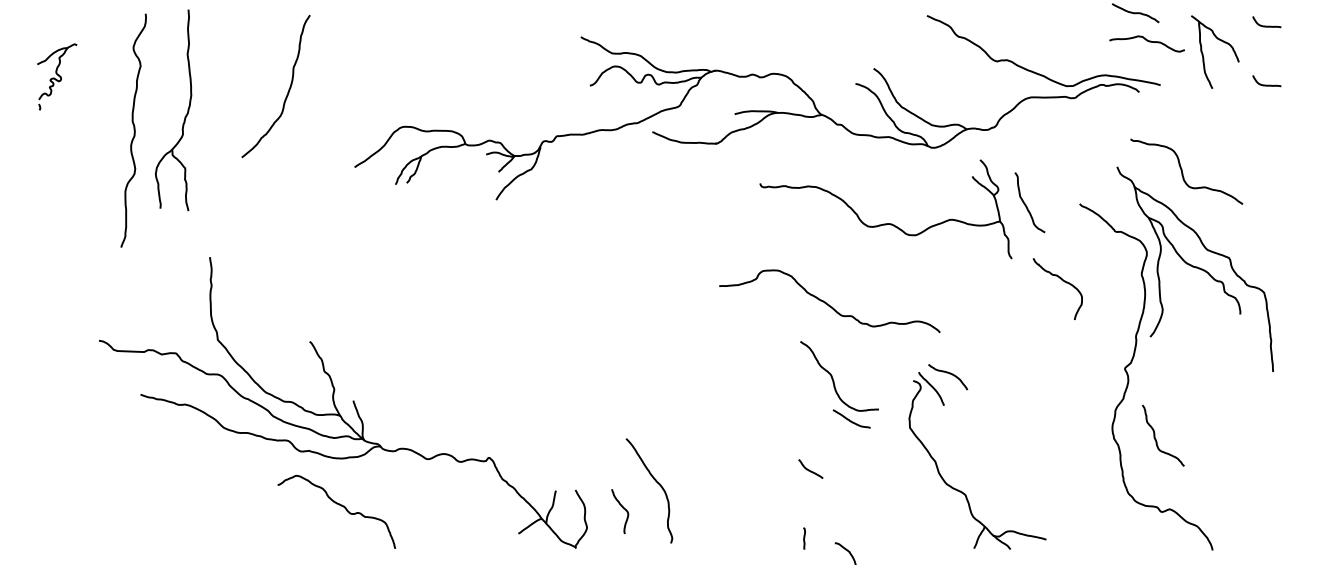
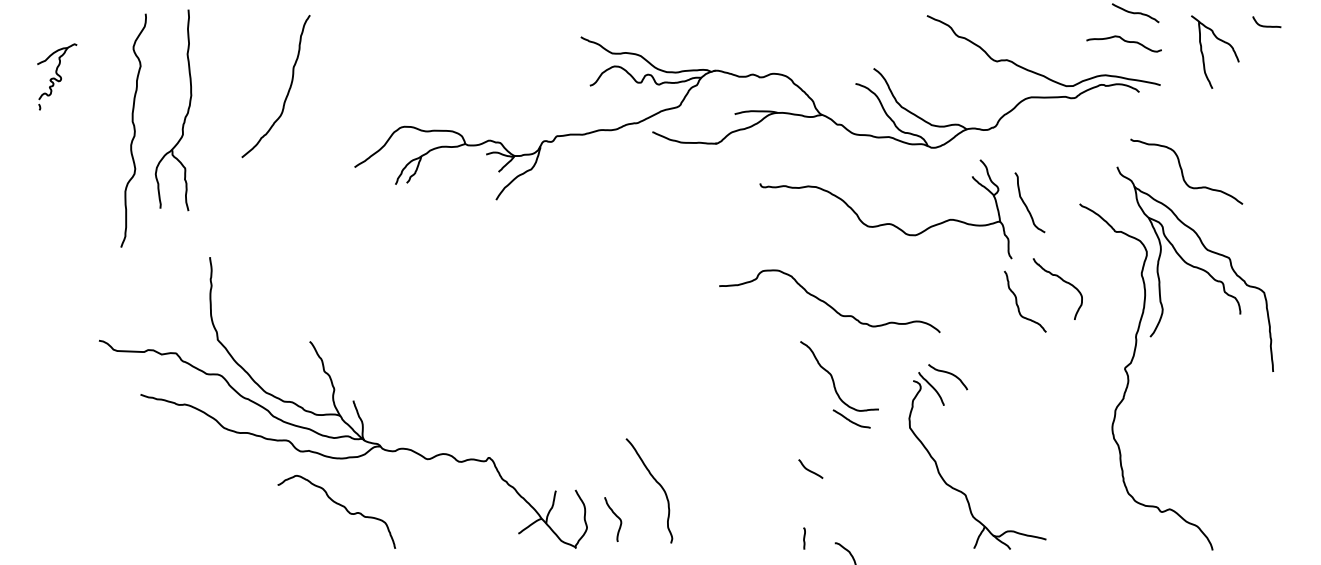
curve at (1147, 41) position: (1147, 41) -> (1124, 41)
curve at (1266, 84): present -> none
curve at (1155, 435) position: (1155, 435) -> (1017, 301)
curve at (622, 508) position: (622, 508) -> (615, 516)
